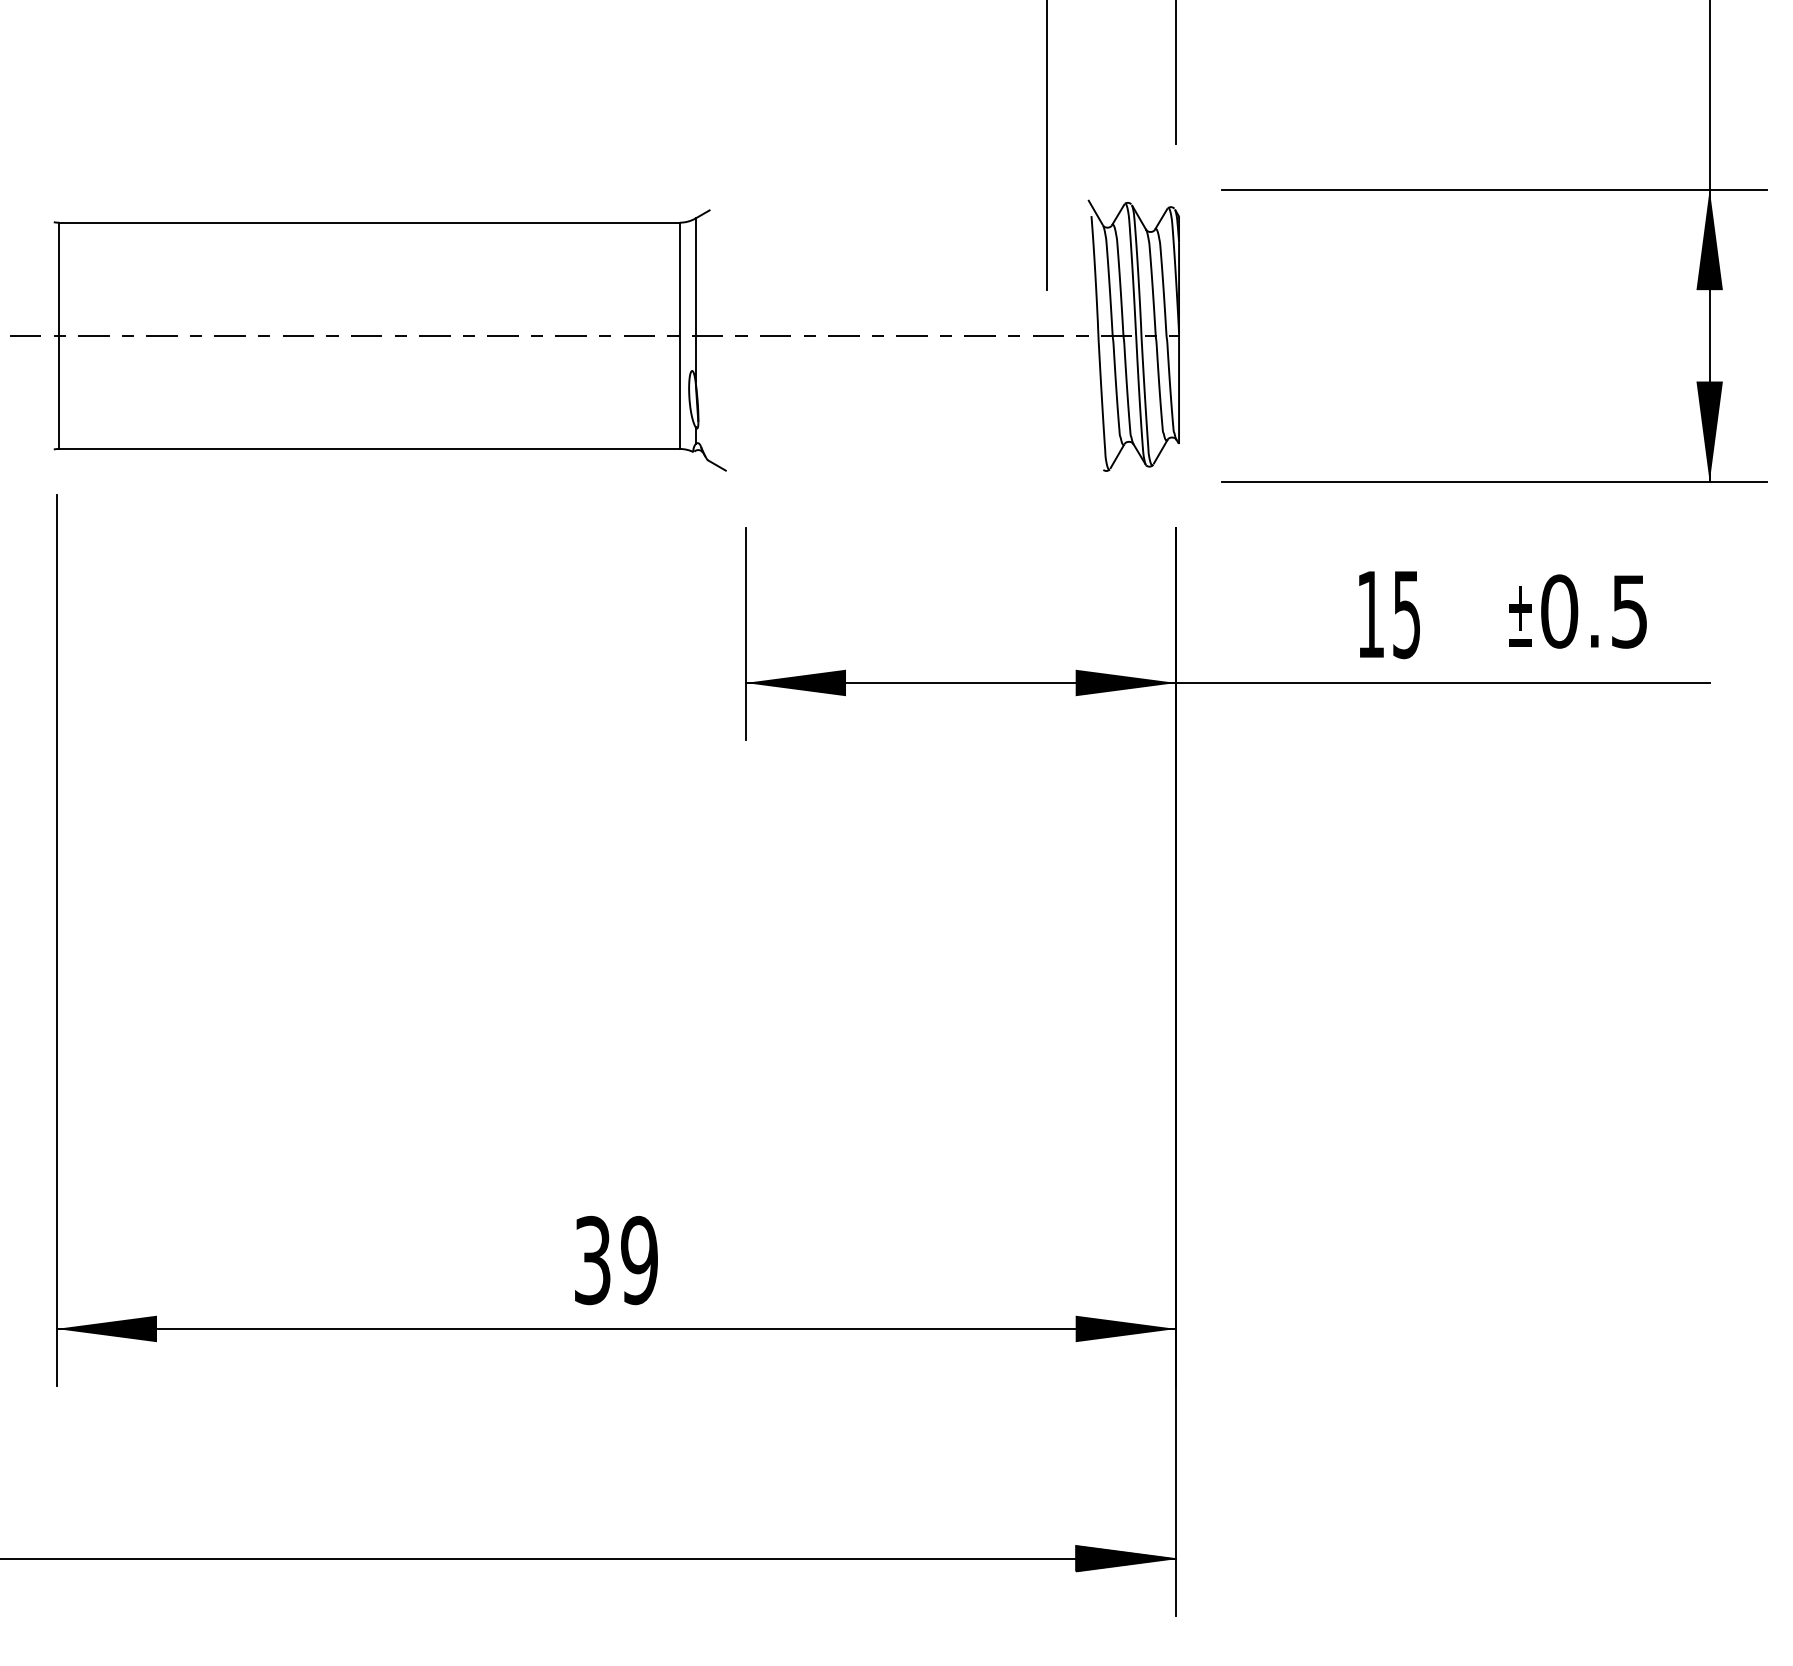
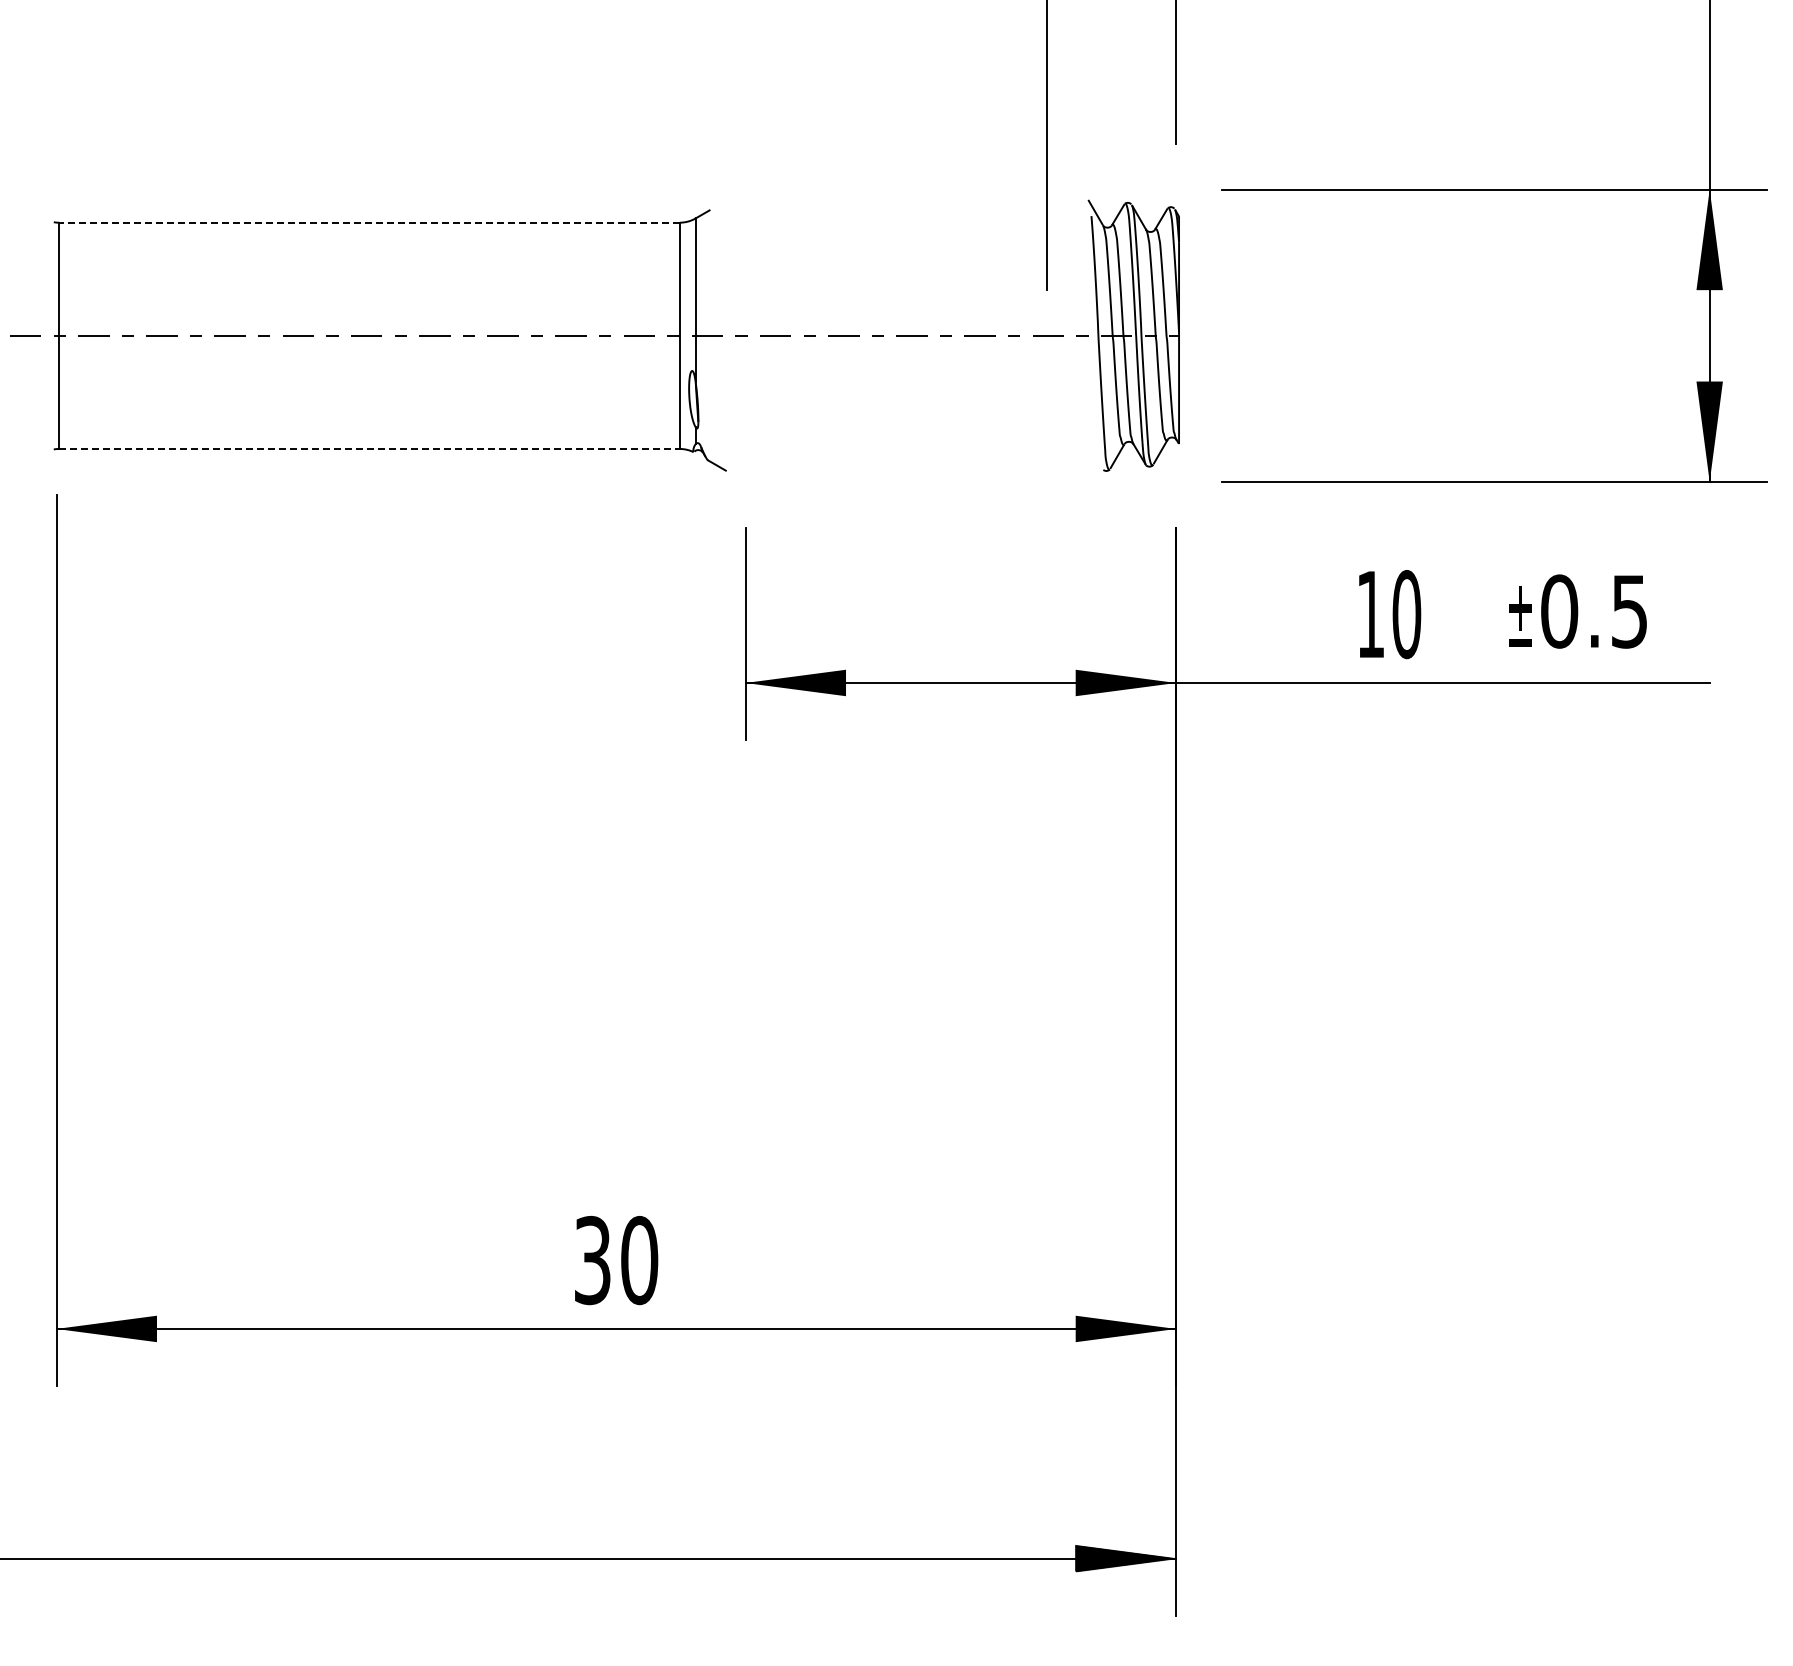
line at (369, 222): solid -> dashed
line at (370, 448): solid -> dashed
text at (1406, 614): 15 -> 10
text at (639, 1260): 39 -> 30
